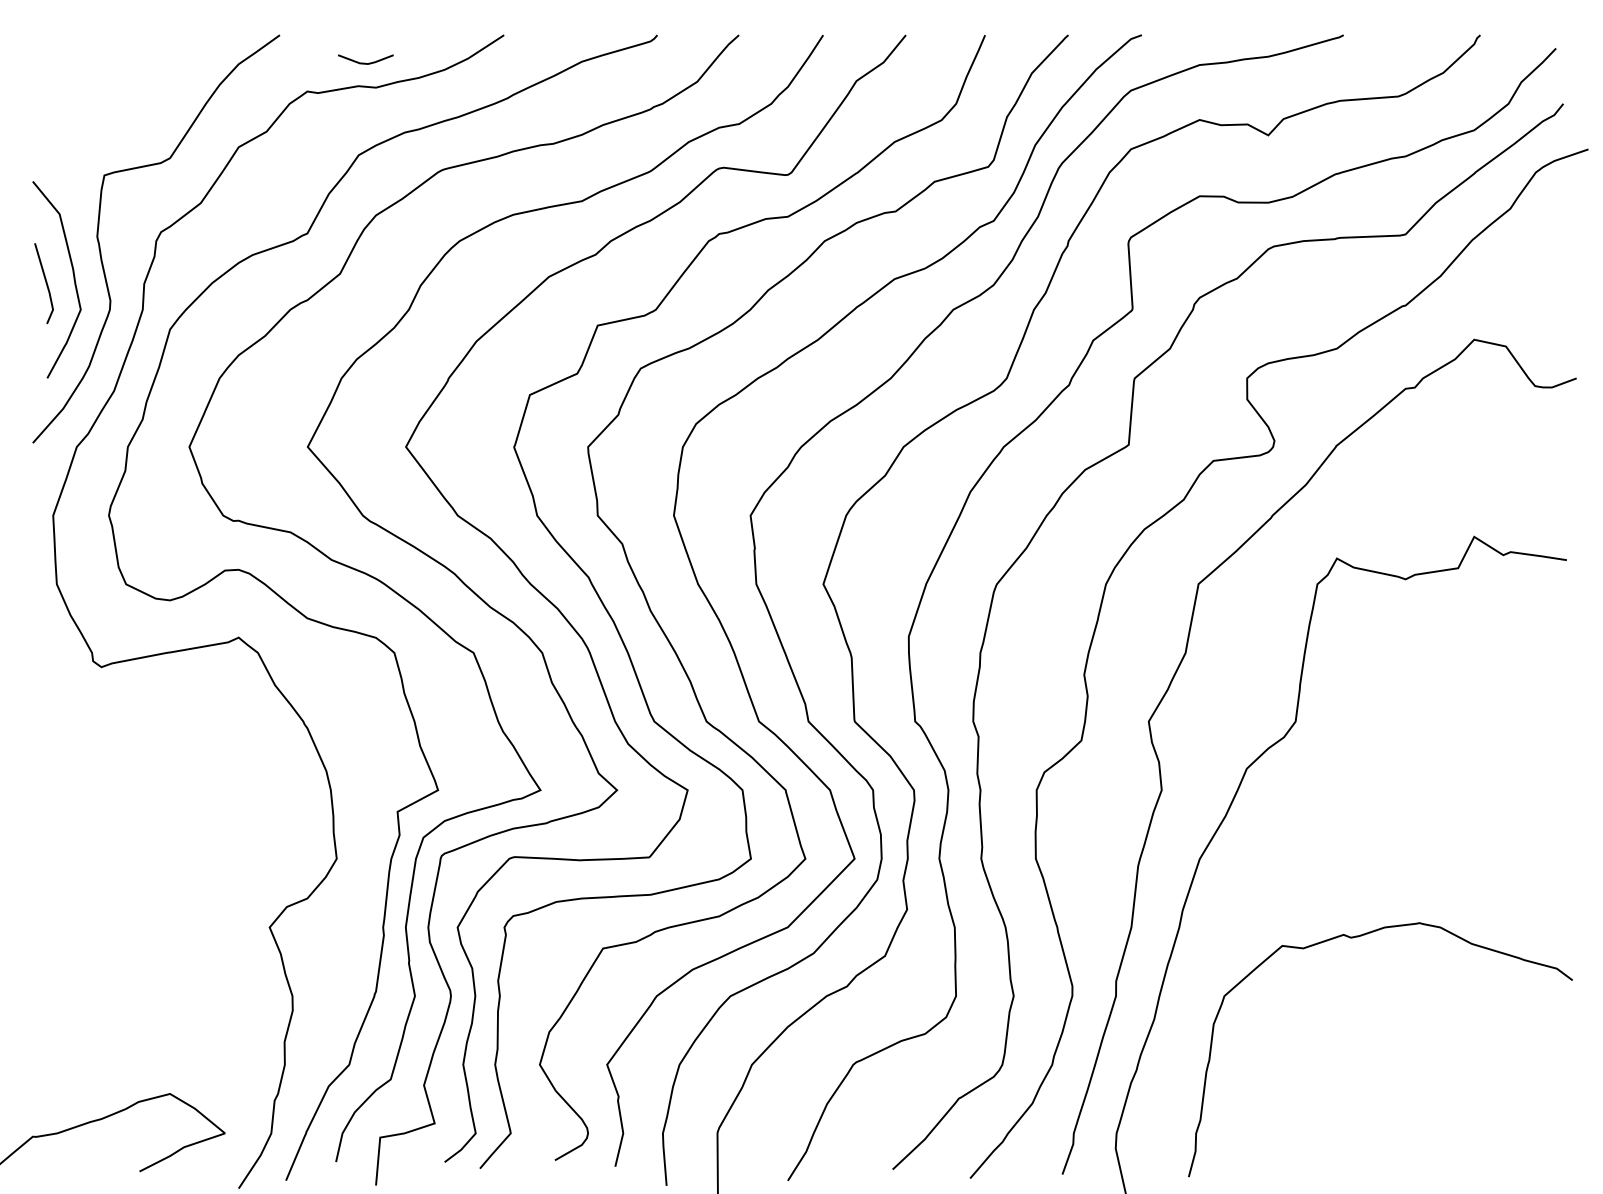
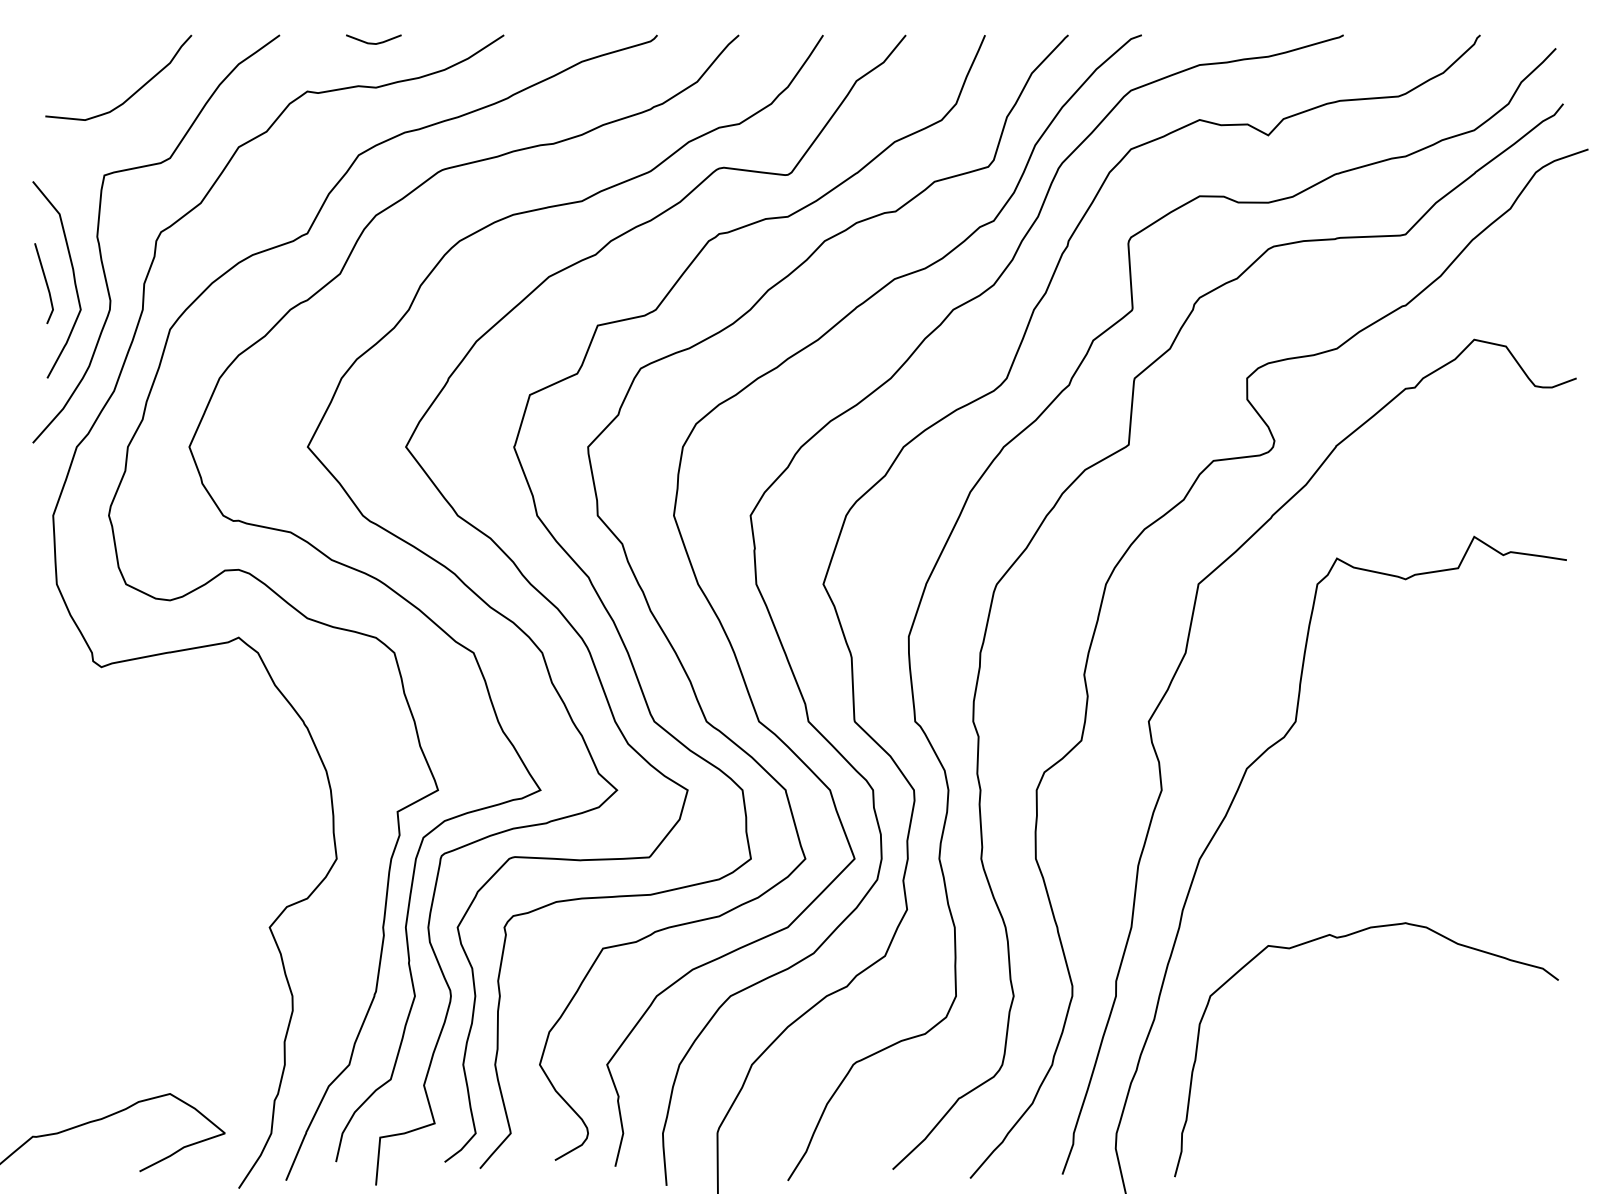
line at (365, 62) position: (365, 62) -> (373, 42)
curve at (130, 95): none -> present
curve at (1358, 937) position: (1358, 937) -> (1344, 937)
